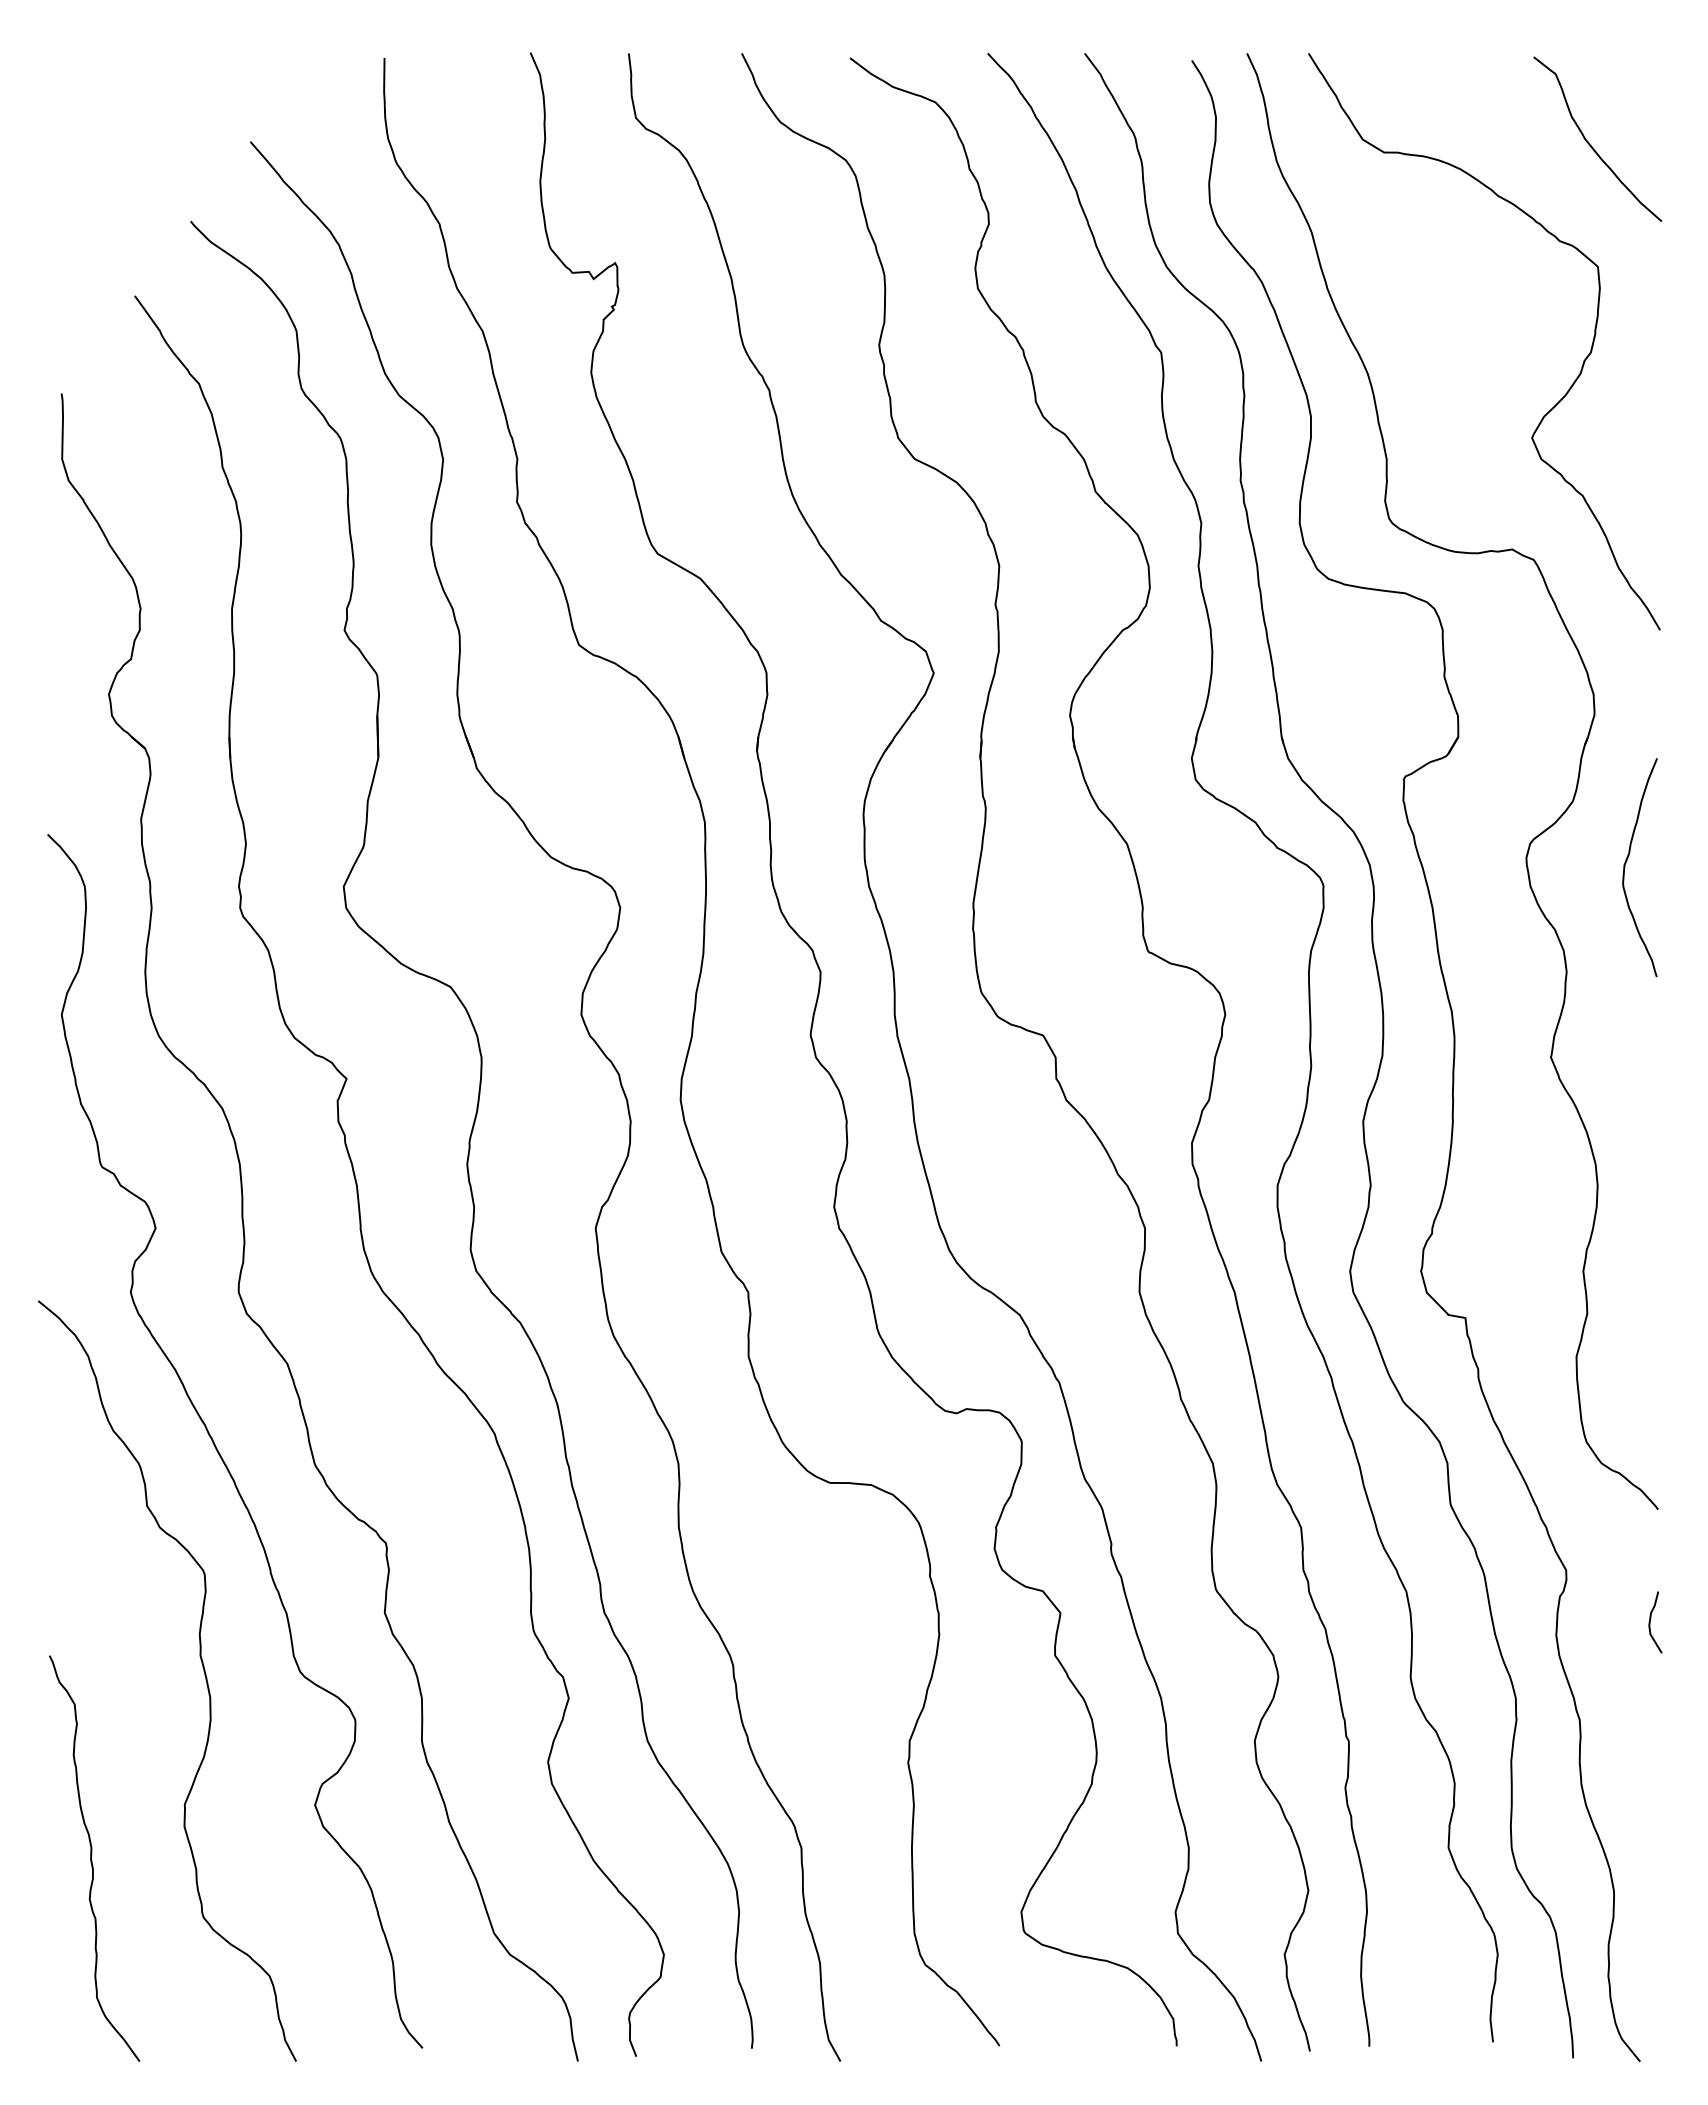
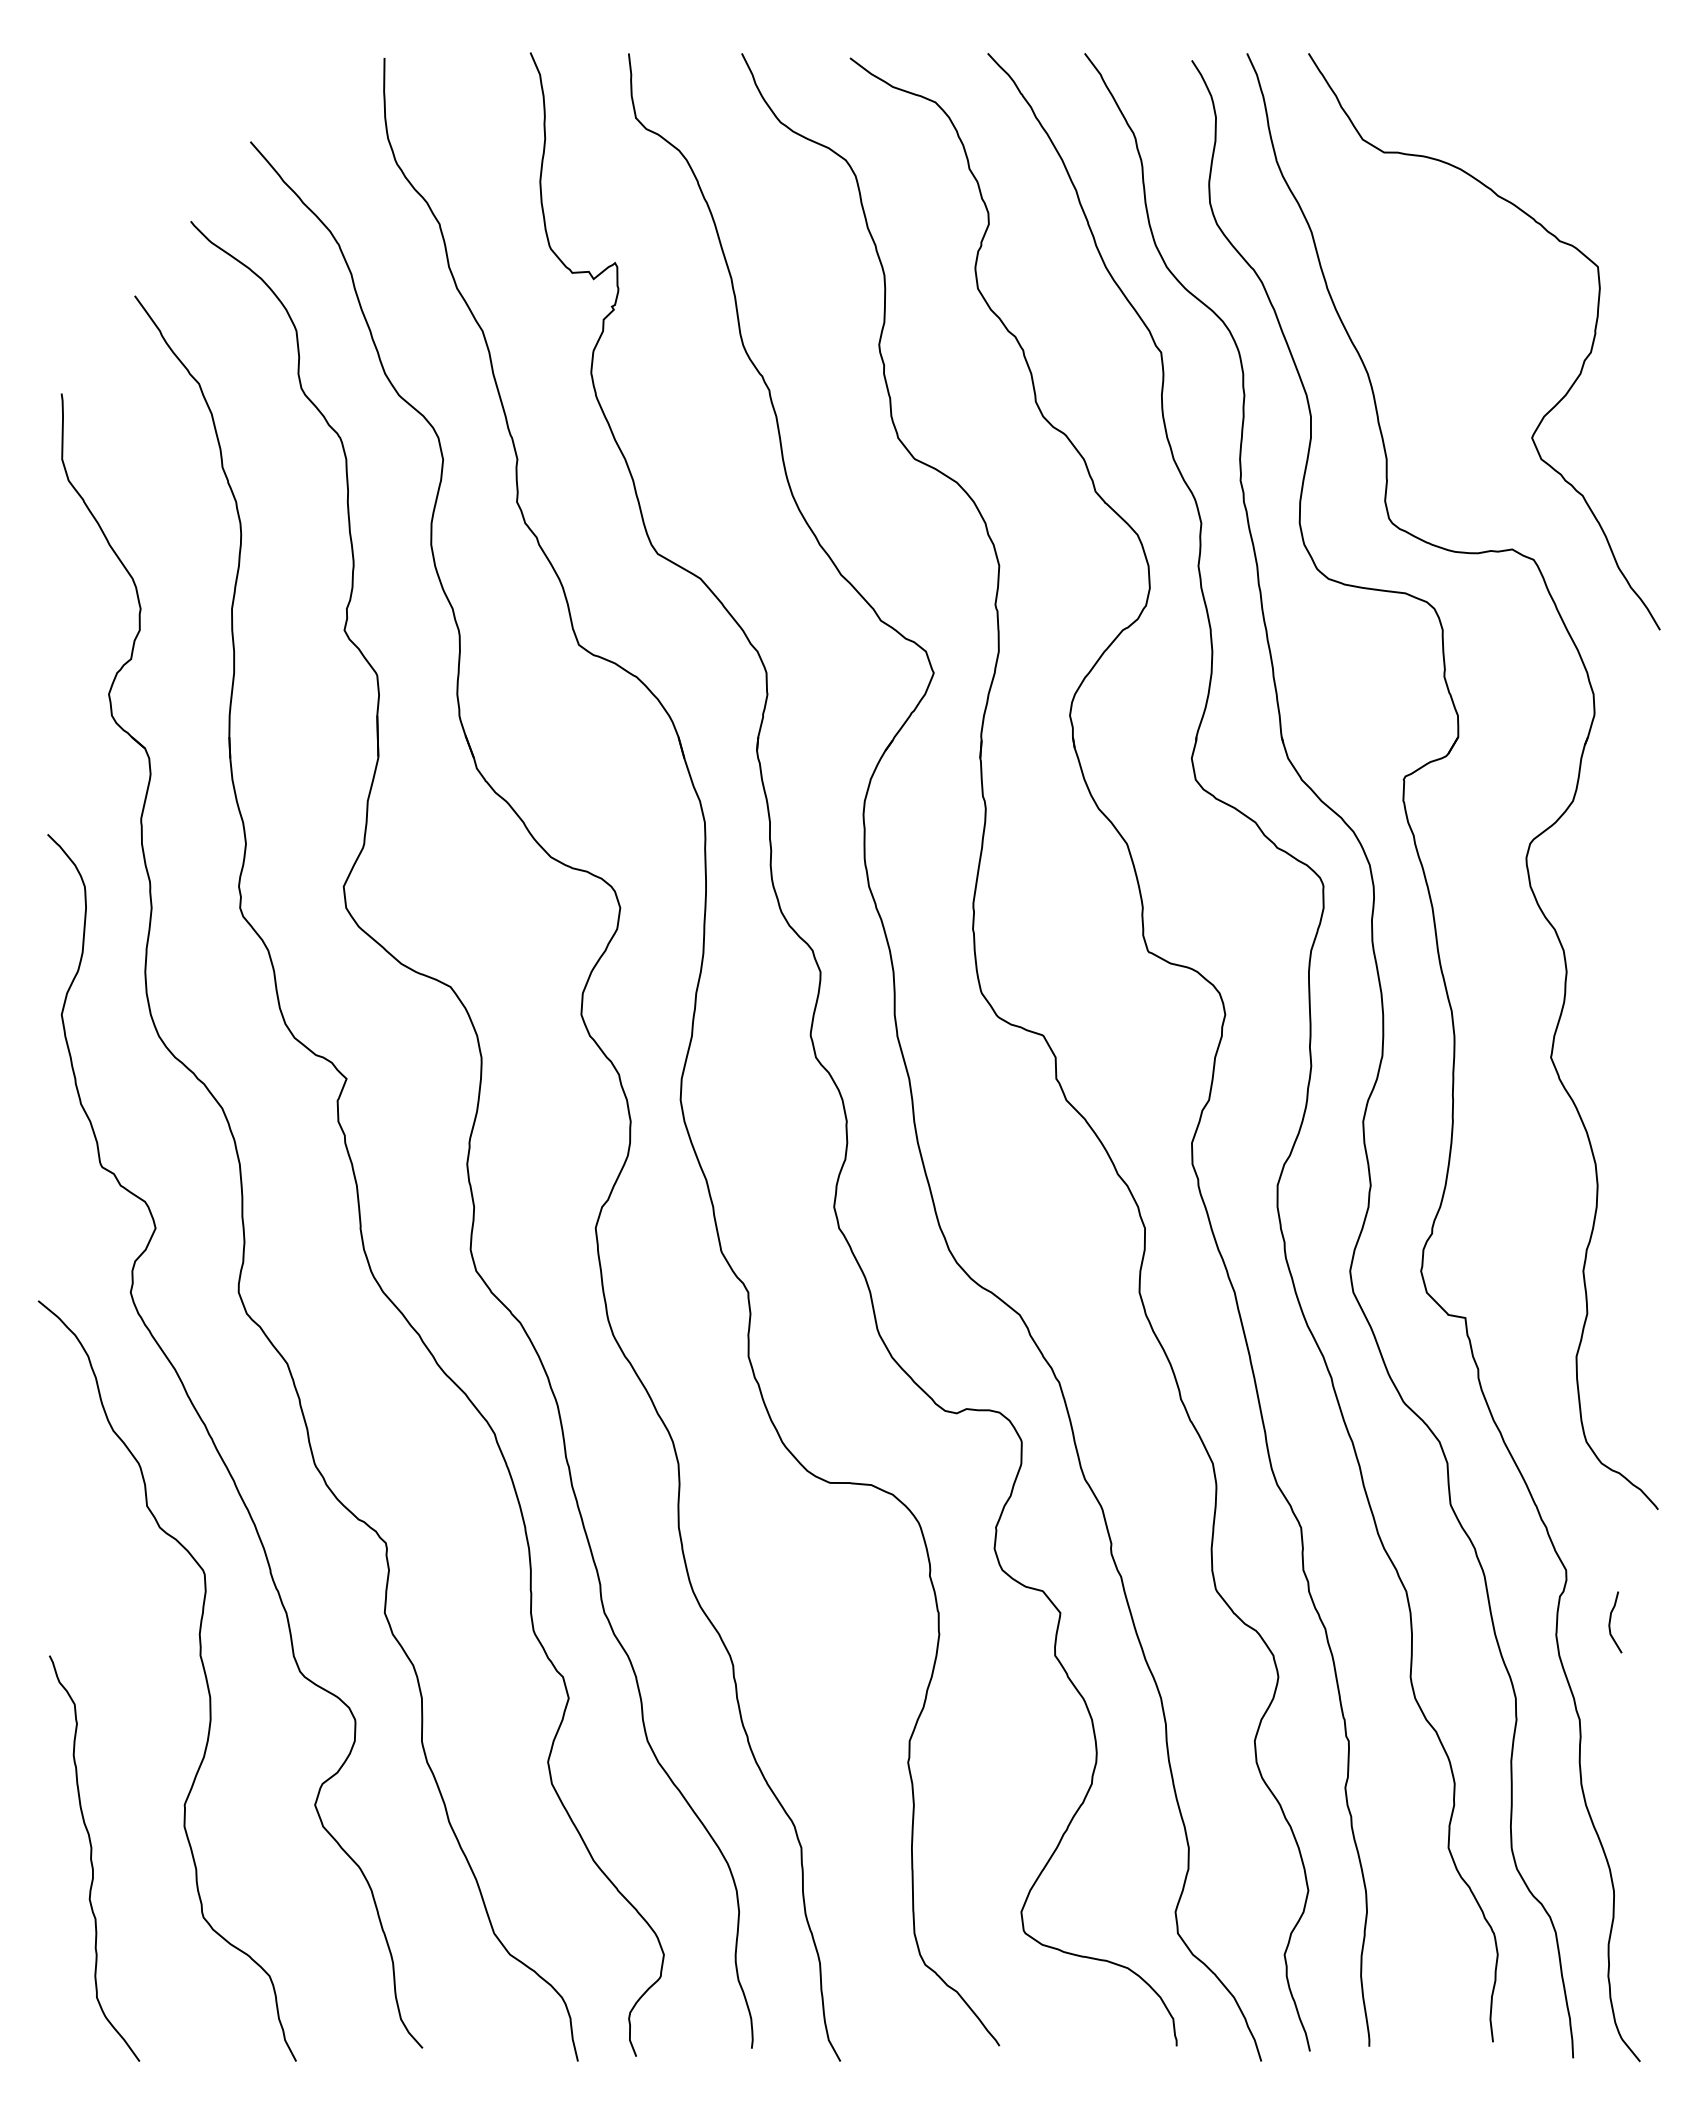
curve at (1589, 142): present -> none
curve at (1626, 863): present -> none
curve at (1650, 1622) position: (1650, 1622) -> (1610, 1622)
